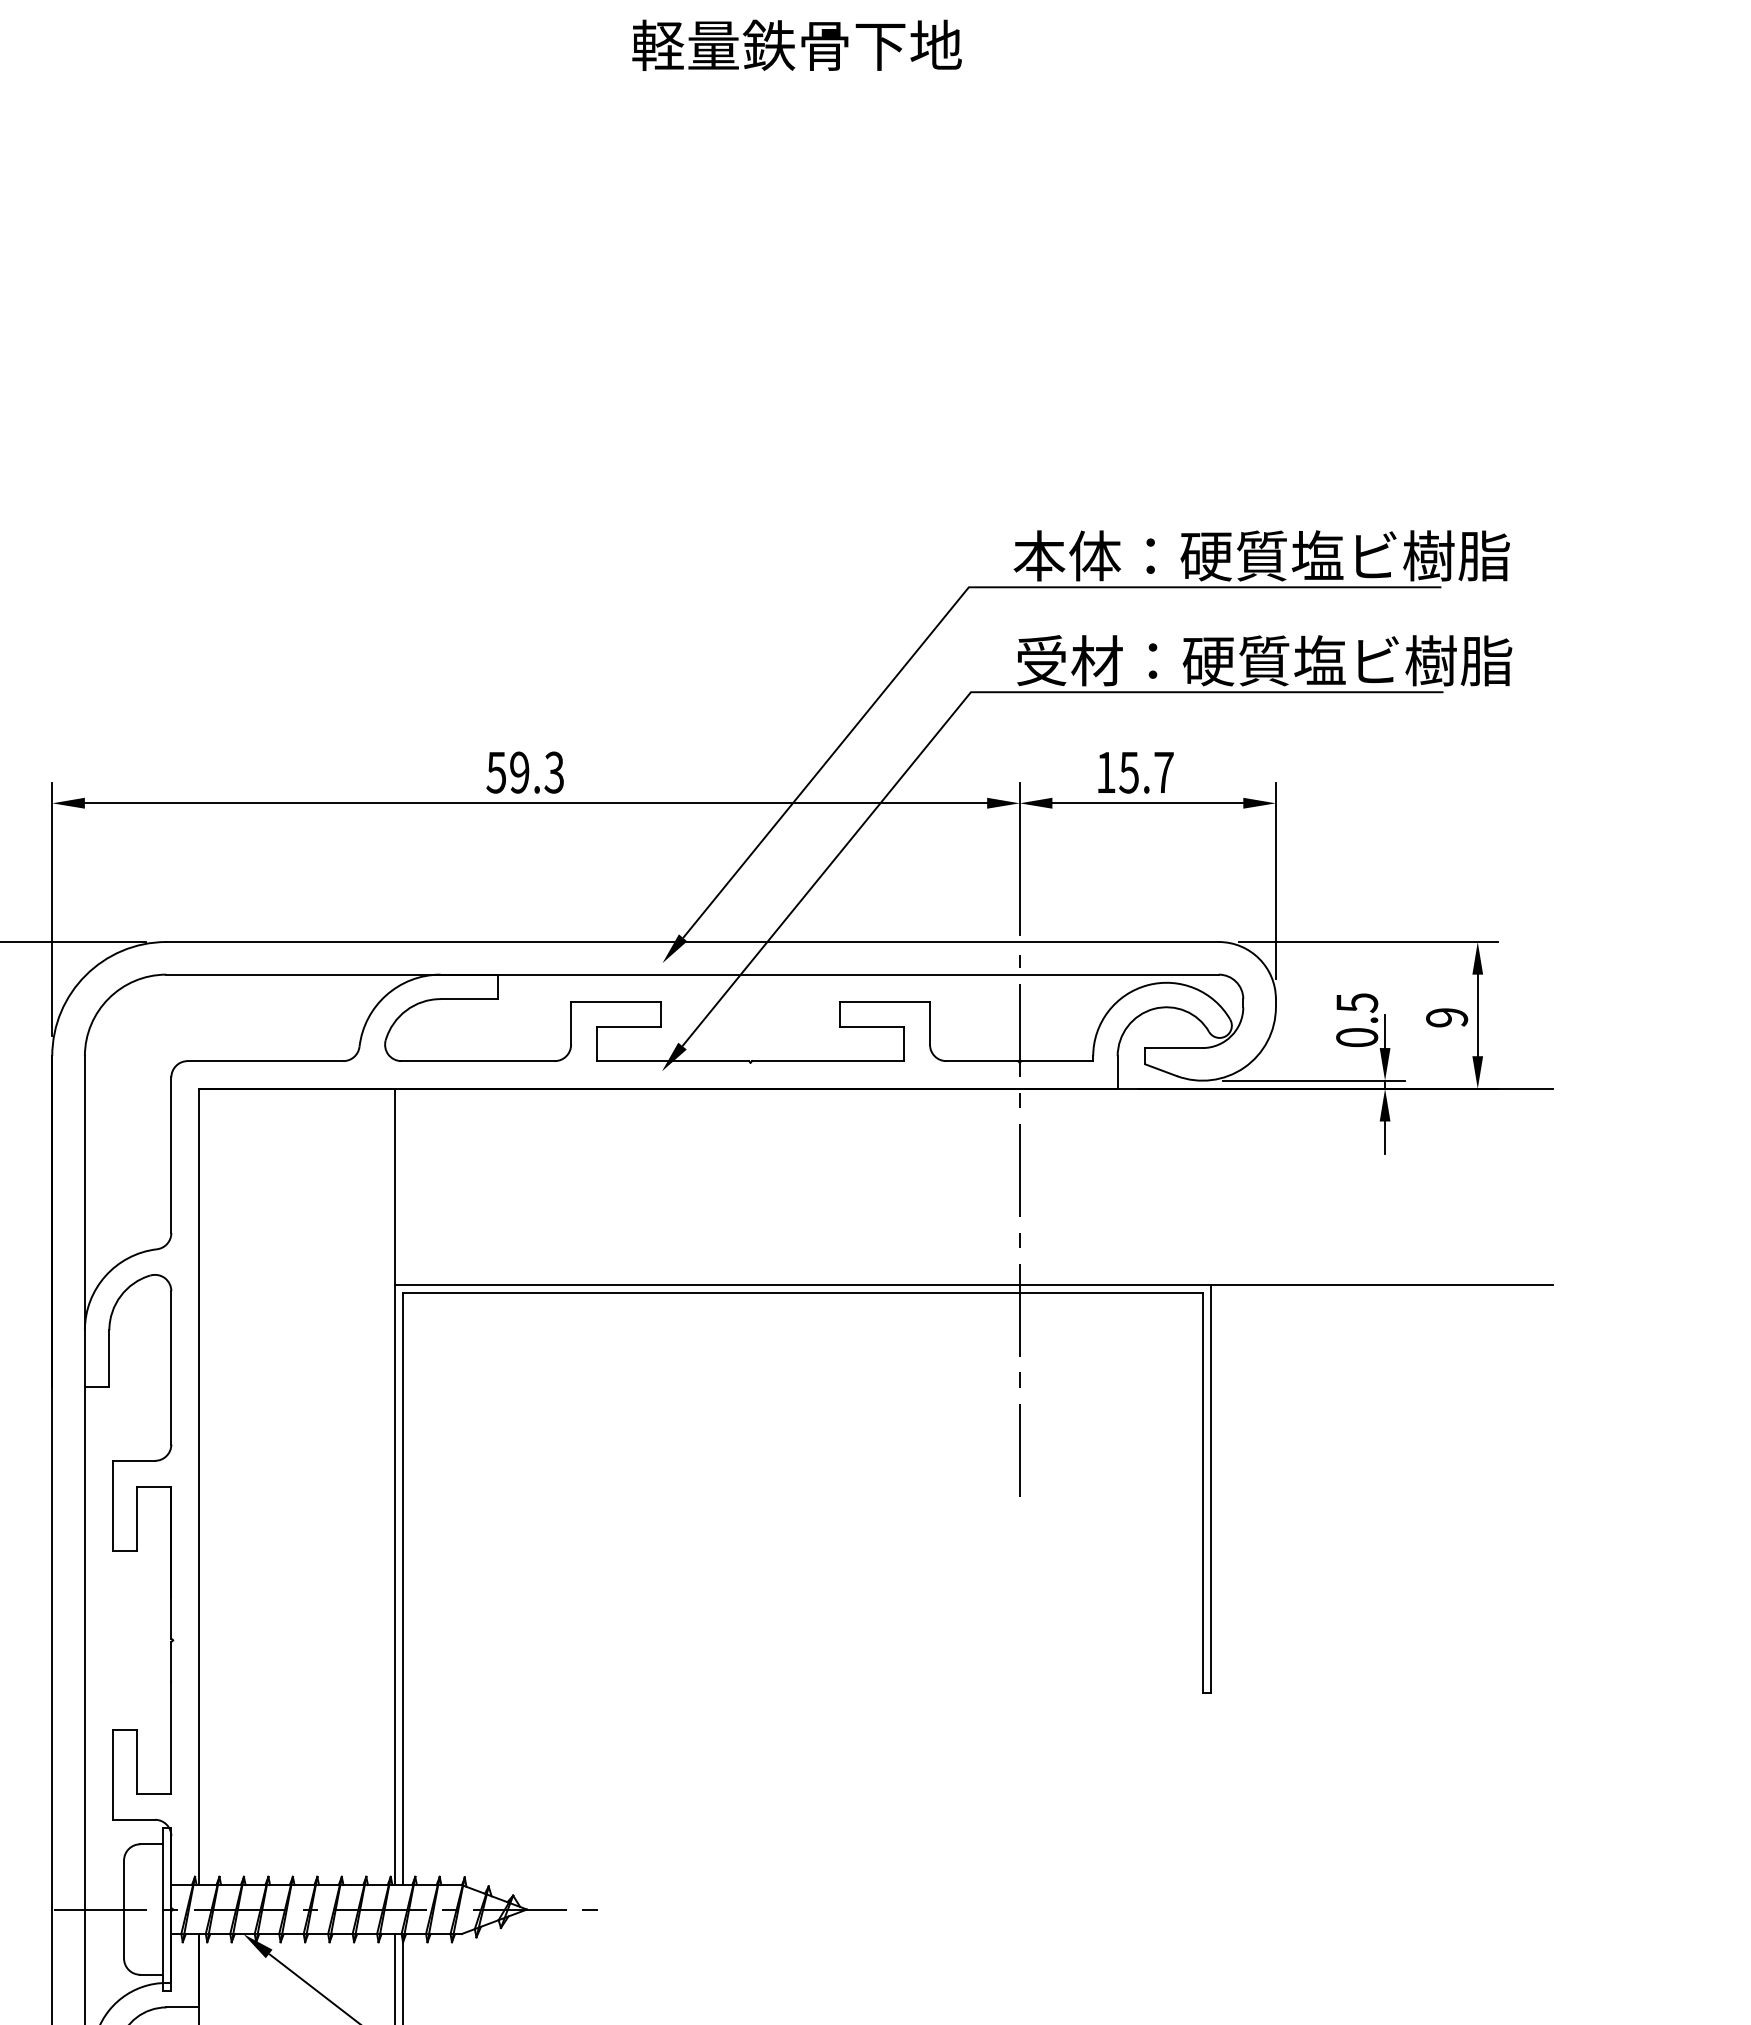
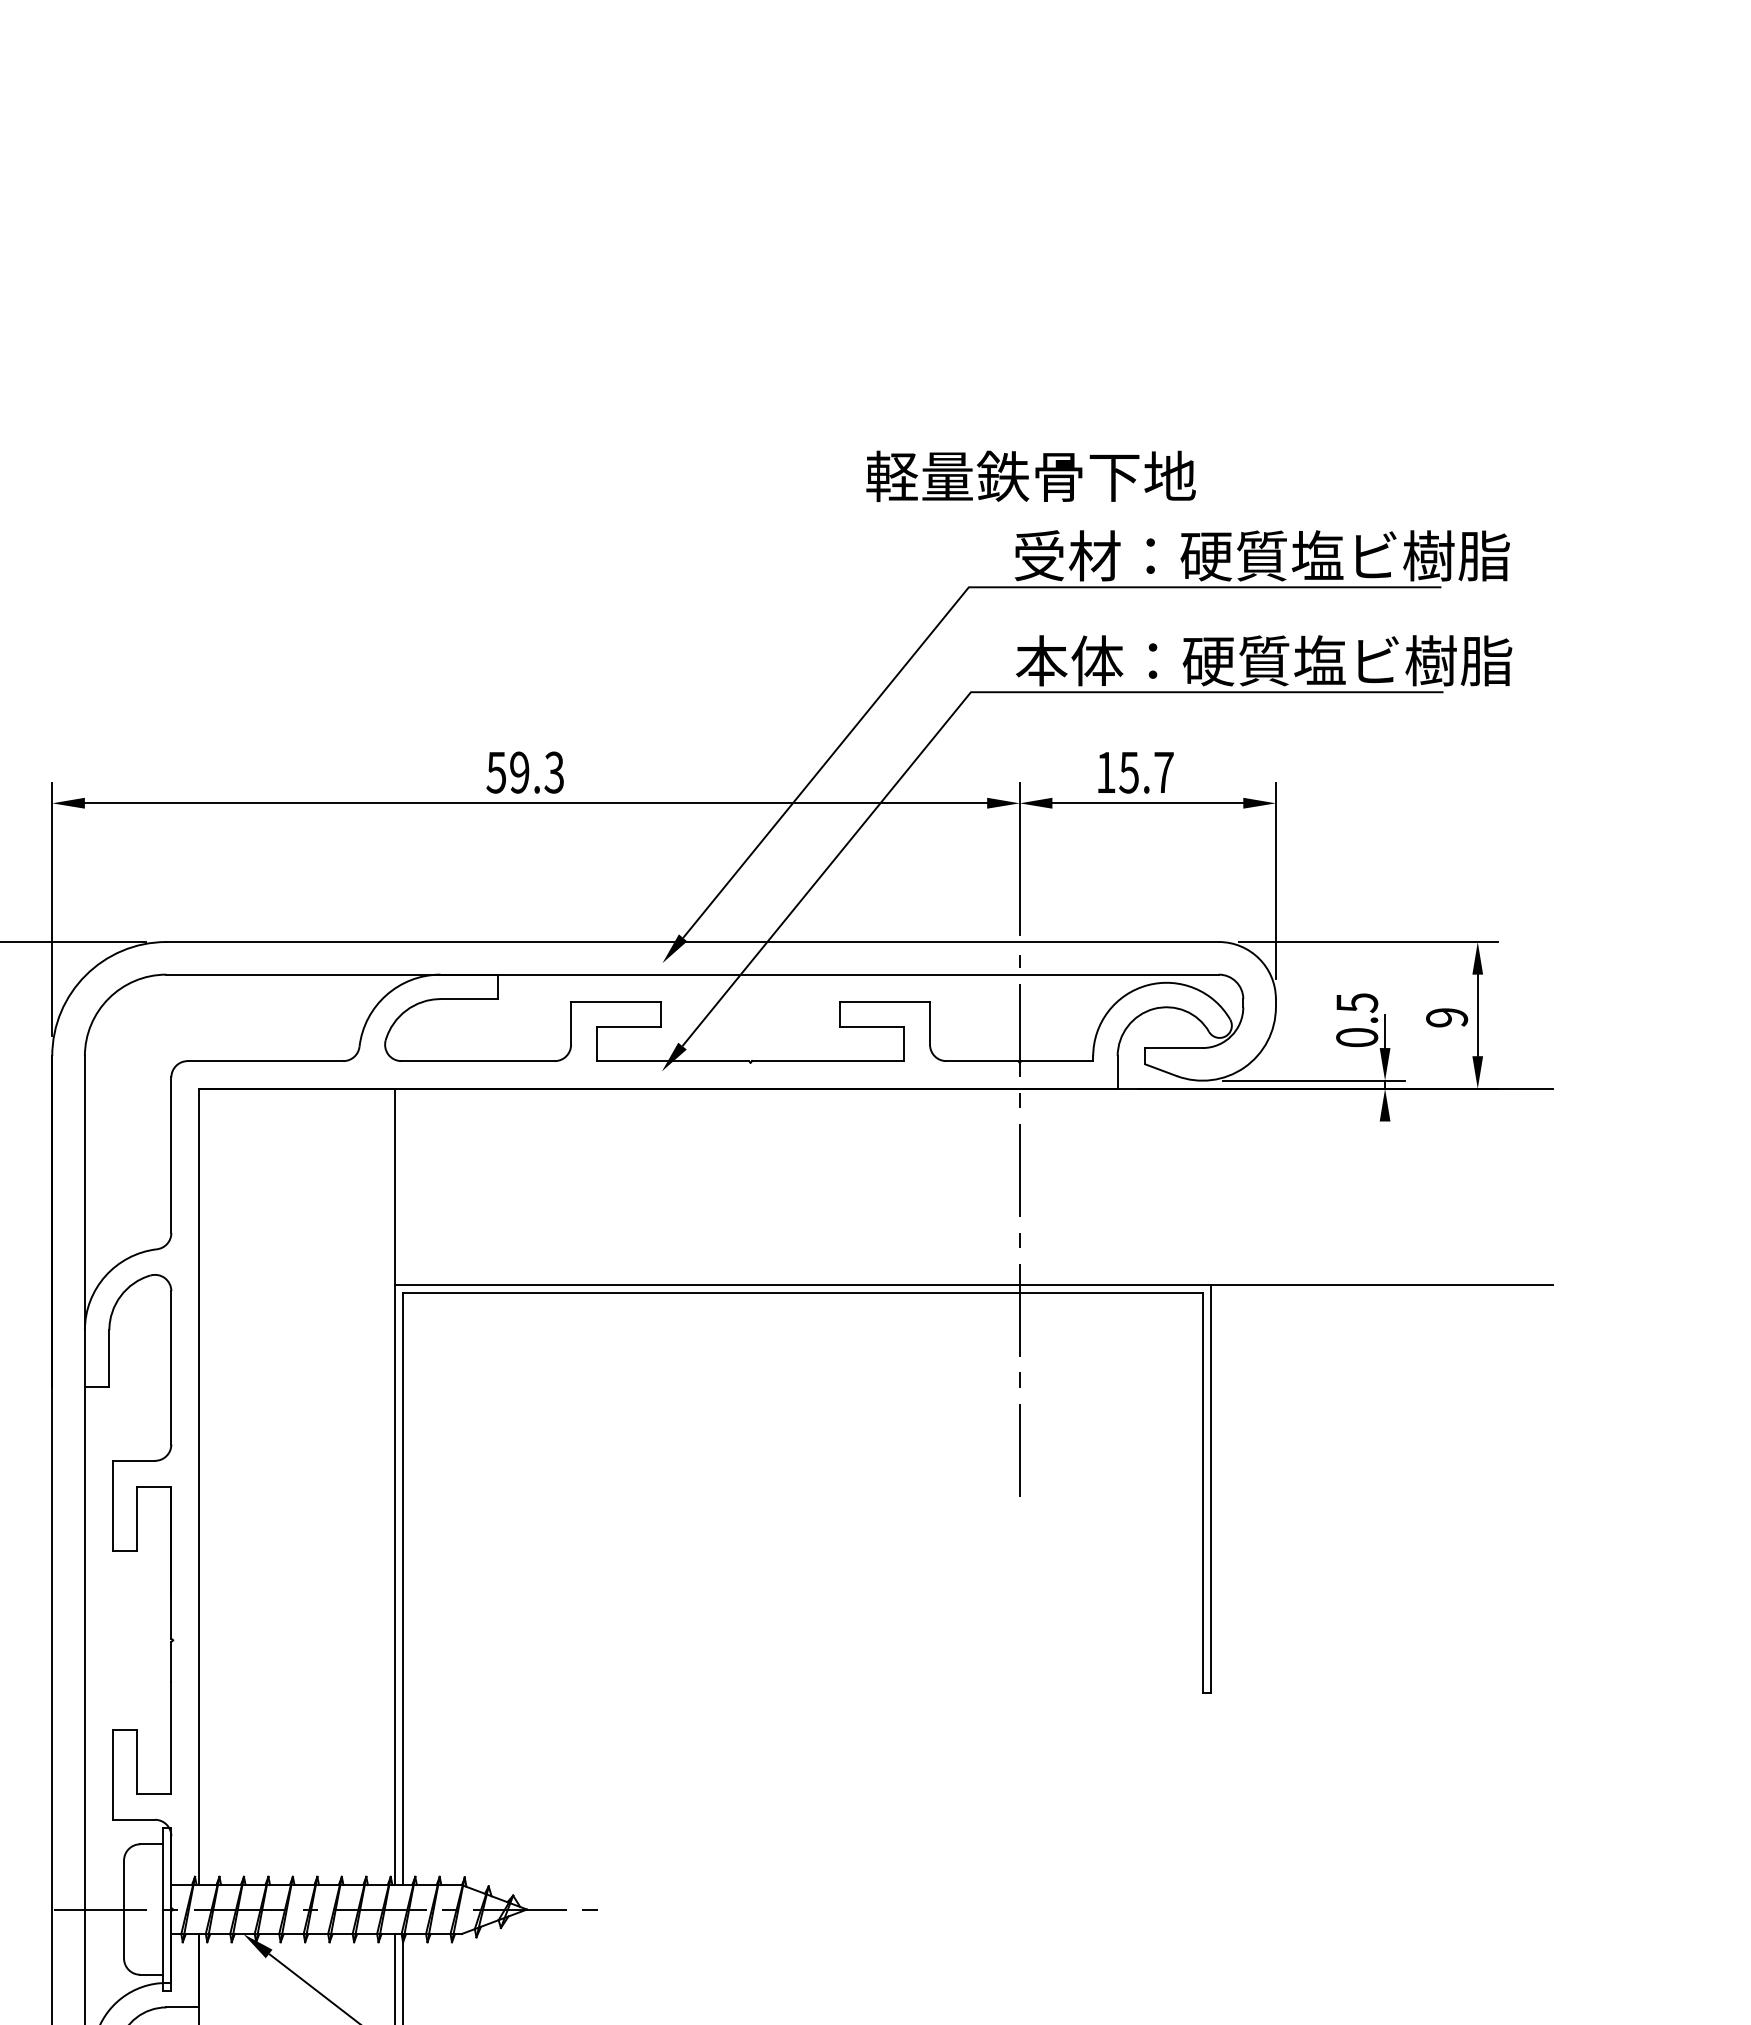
text at (796, 44) position: (796, 44) -> (1030, 475)
text at (1067, 555): 本体：硬質塩ビ樹脂 -> 受材：硬質塩ビ樹脂
text at (1069, 660): 受材：硬質塩ビ樹脂 -> 本体：硬質塩ビ樹脂
line at (1385, 1137): present -> none
